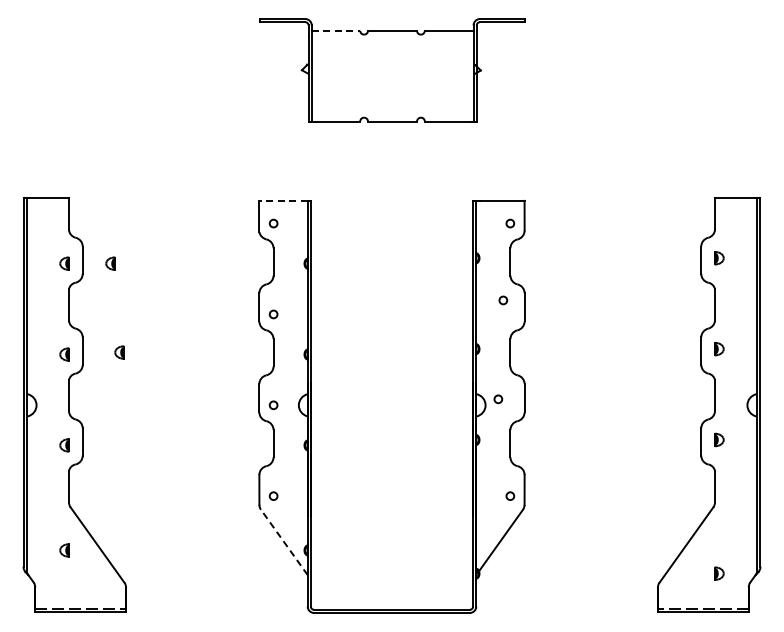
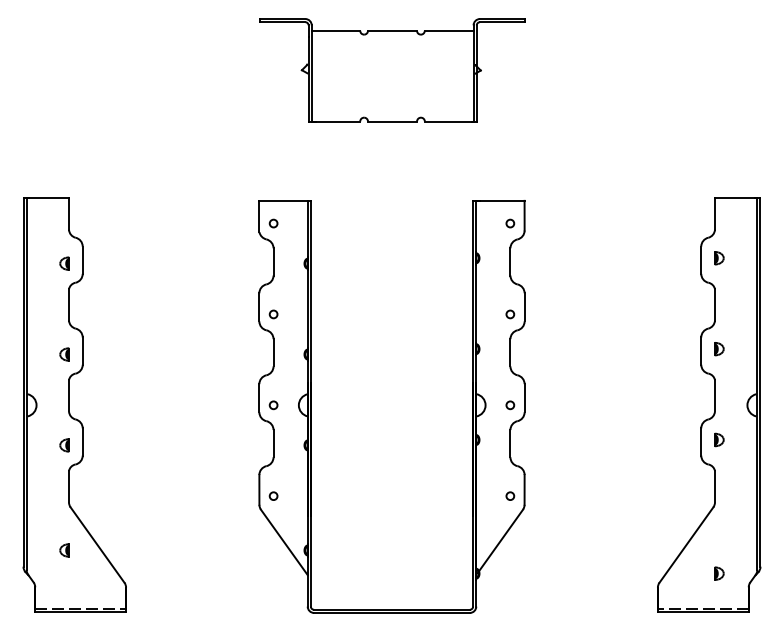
line at (336, 30): dashed -> solid
line at (283, 200): dashed -> solid
part at (110, 263): present -> none
circle at (503, 300) position: (503, 300) -> (510, 314)
part at (119, 352): present -> none
circle at (498, 399) position: (498, 399) -> (510, 405)
line at (284, 542): dashed -> solid
